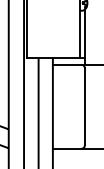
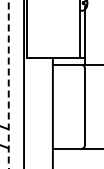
line at (8, 84): solid -> dashed
line at (38, 111): present -> none
